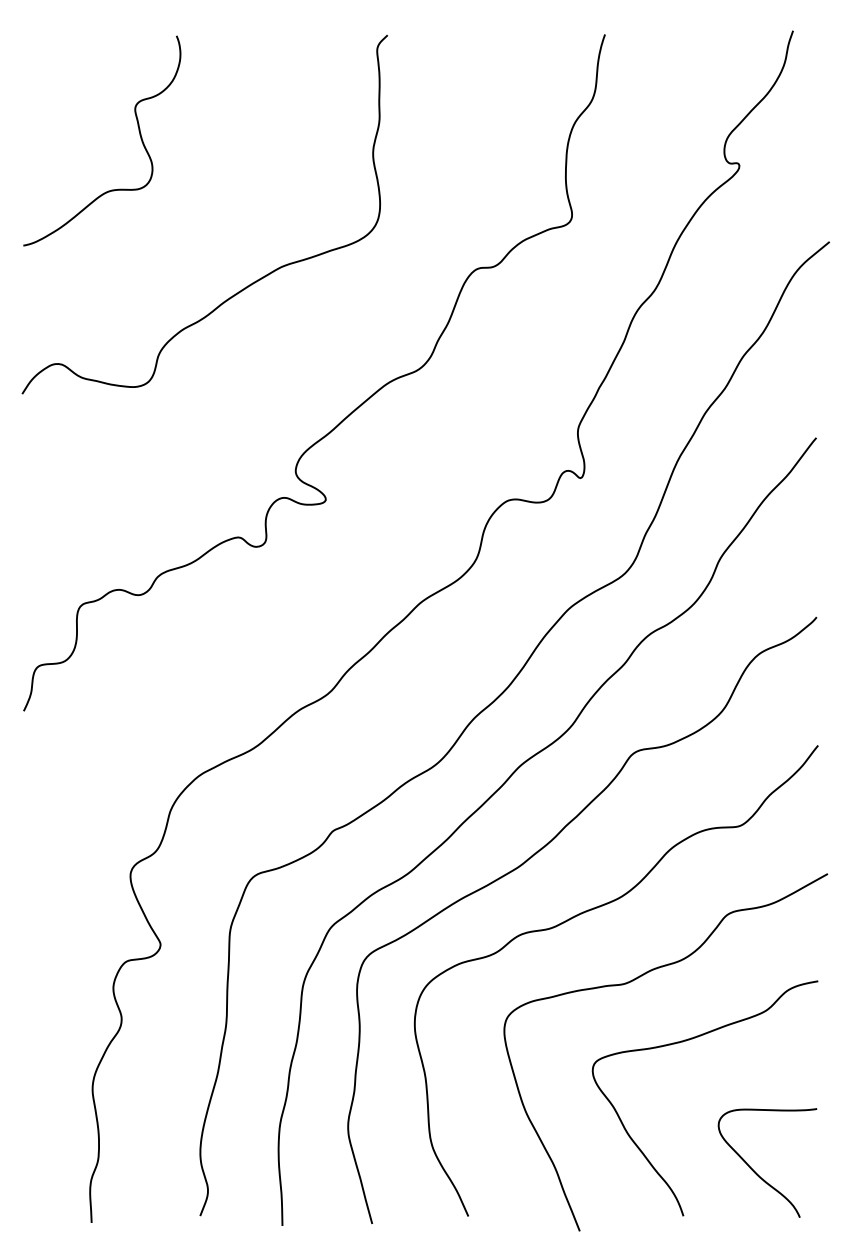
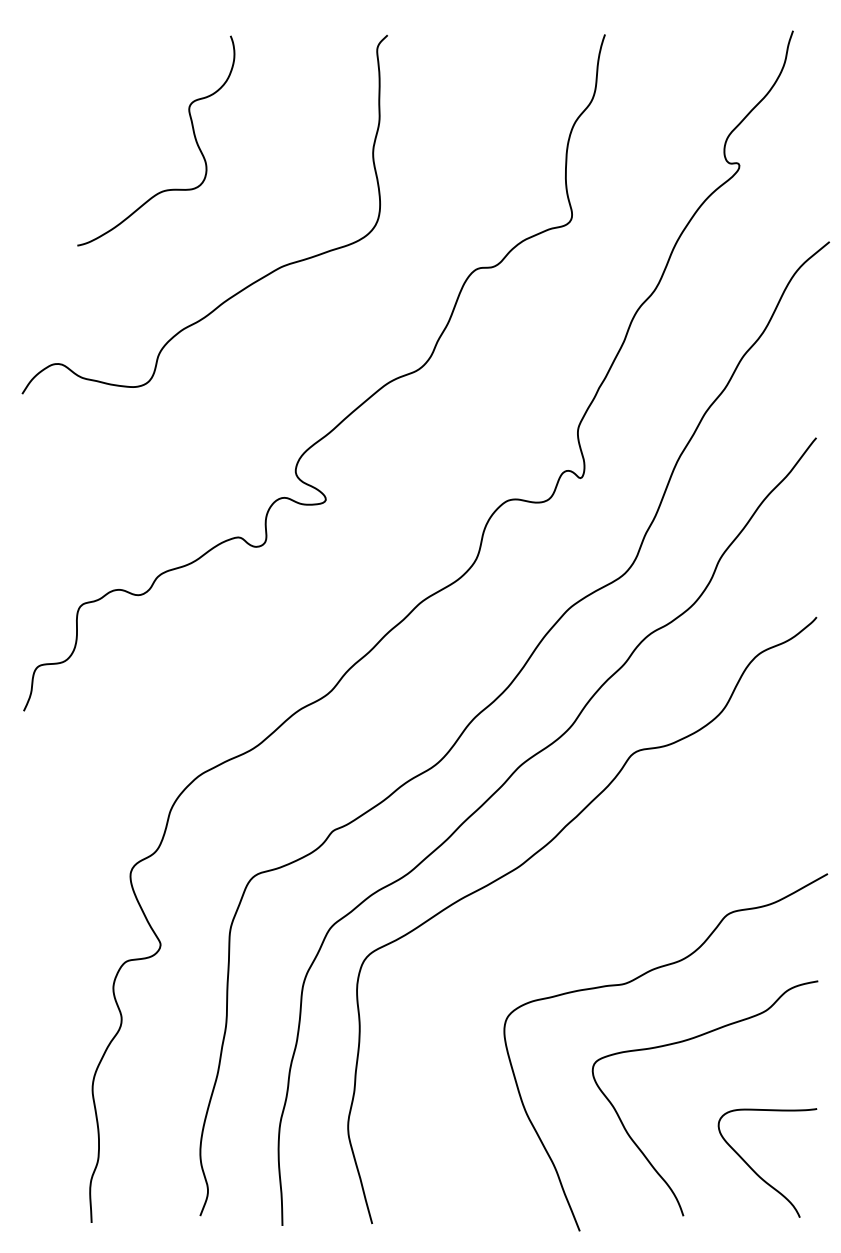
curve at (138, 131) position: (138, 131) -> (192, 131)
curve at (592, 910): present -> none
